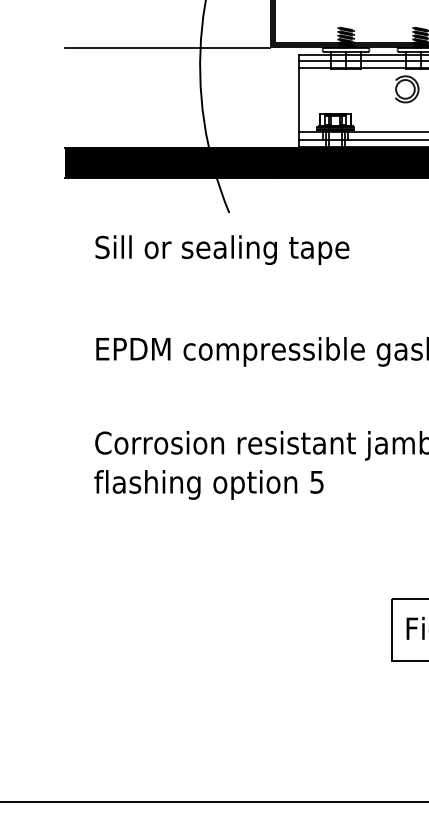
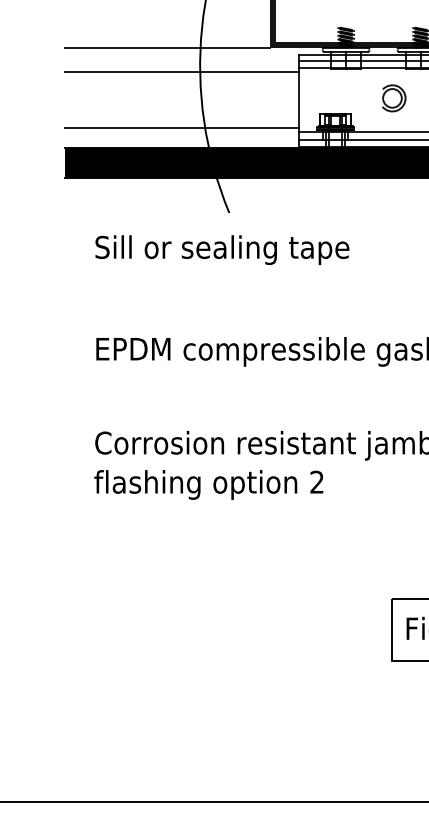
line at (181, 72): none -> present
part at (407, 89) position: (407, 89) -> (394, 98)
line at (182, 128): none -> present
text at (316, 481): 5 -> 2
